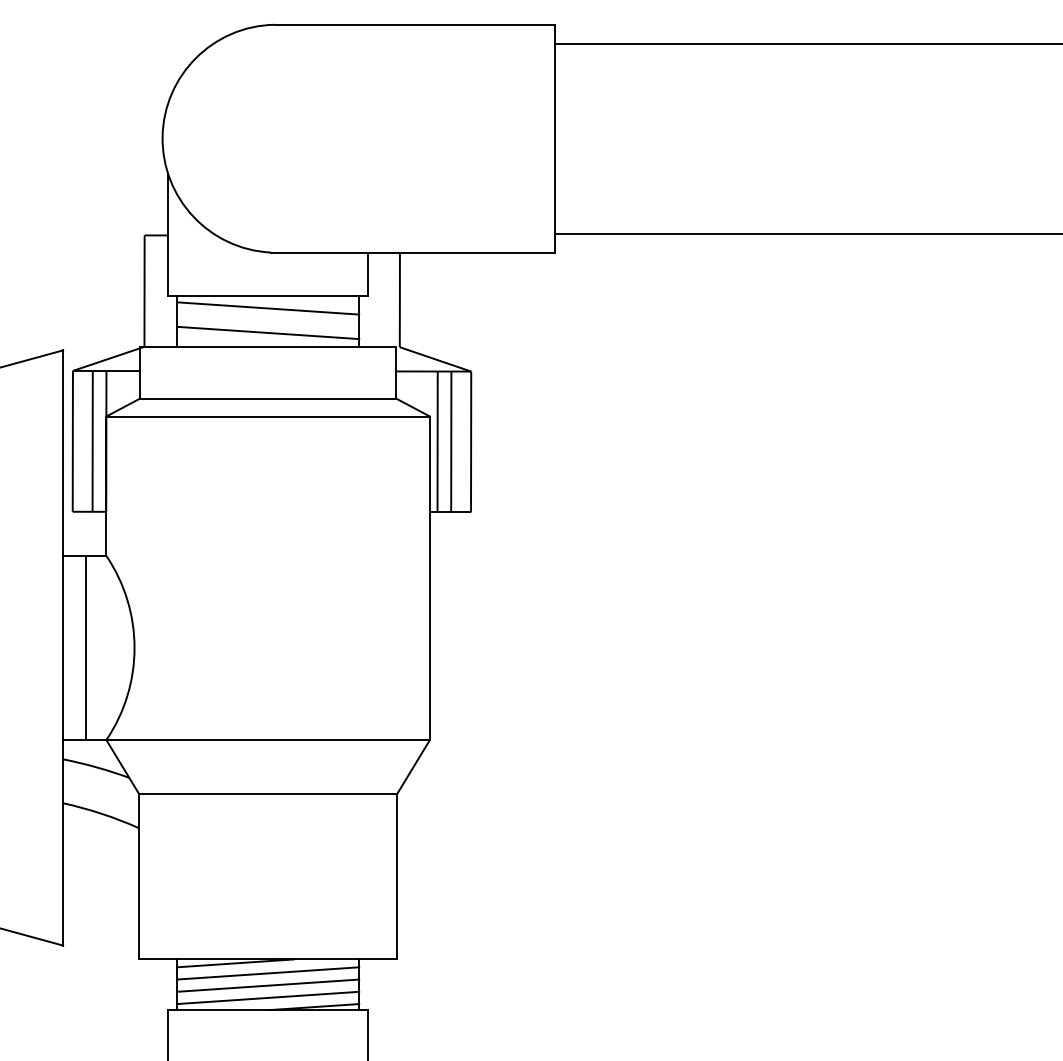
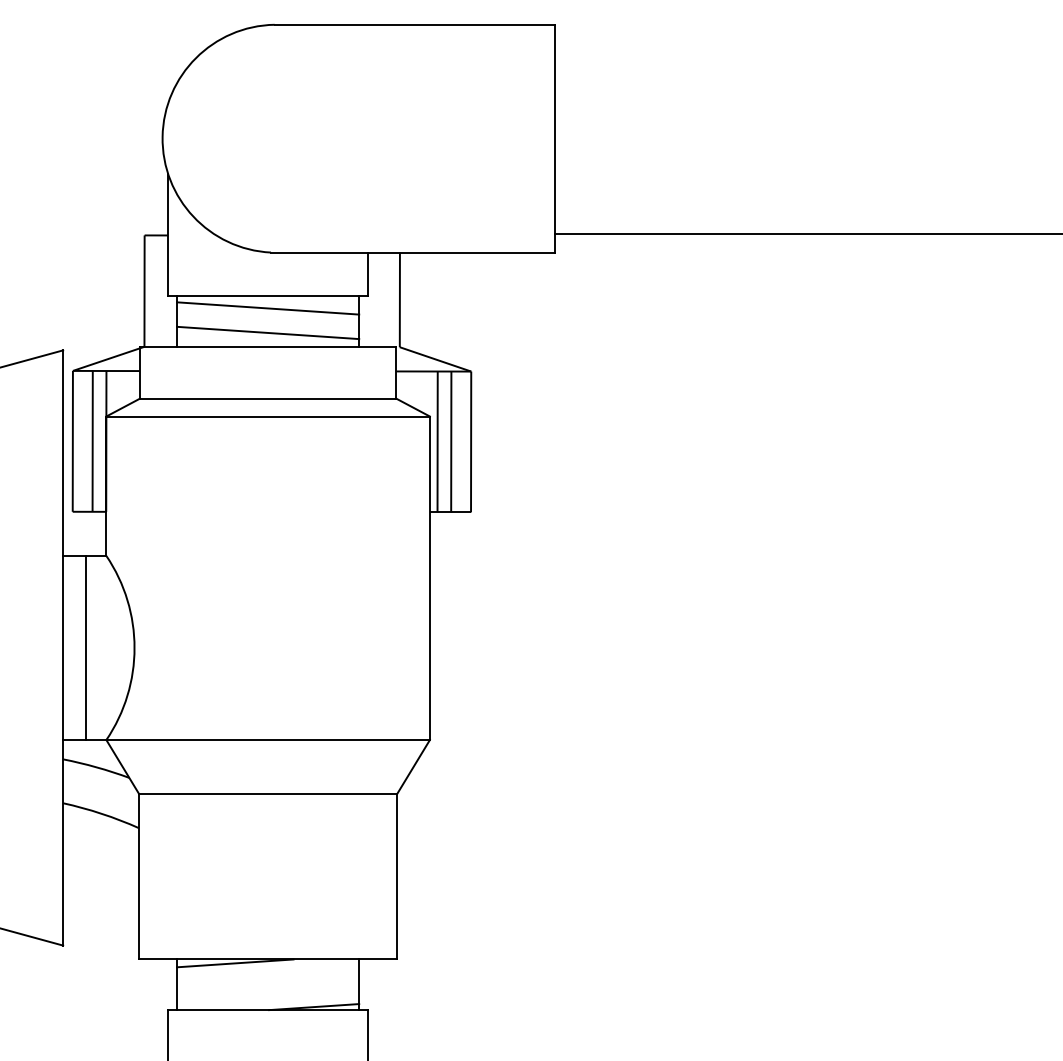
line at (807, 44): present -> none
line at (268, 973): present -> none
line at (268, 985): present -> none
line at (268, 997): present -> none
